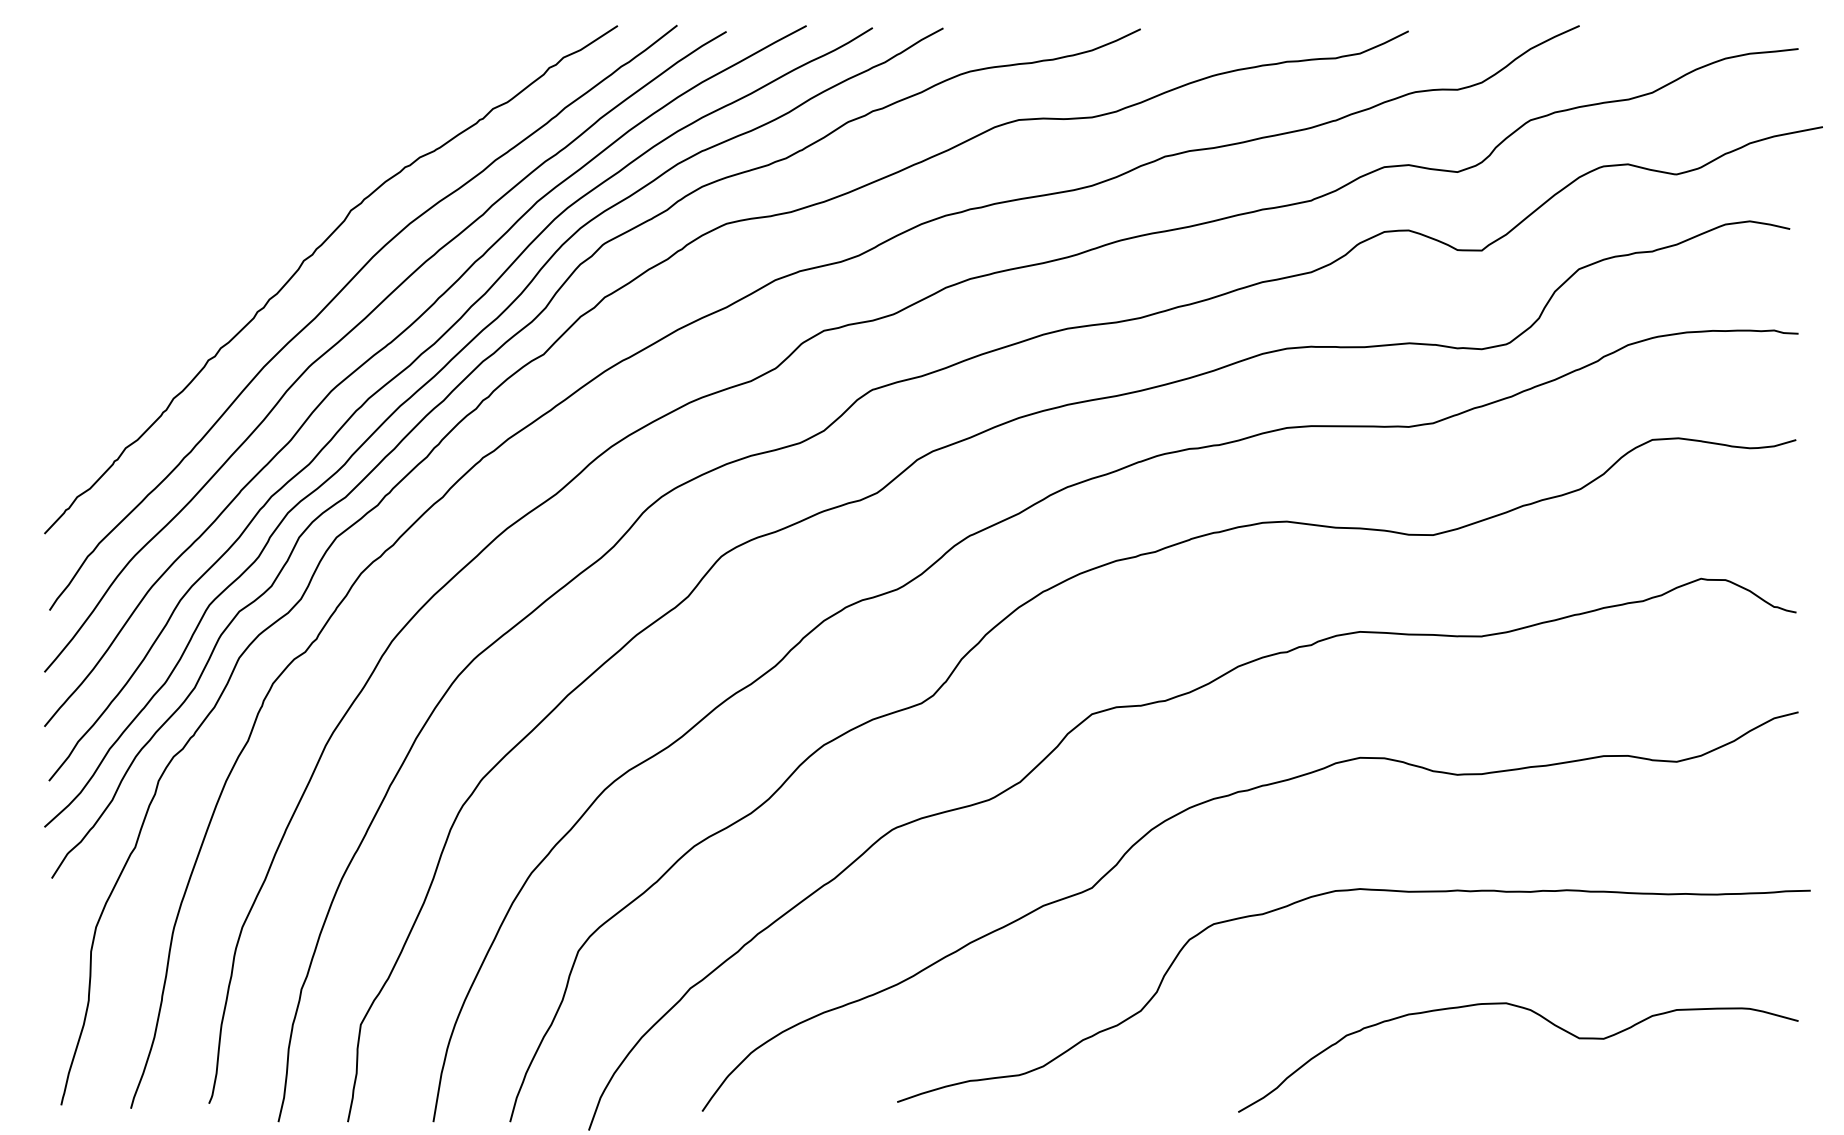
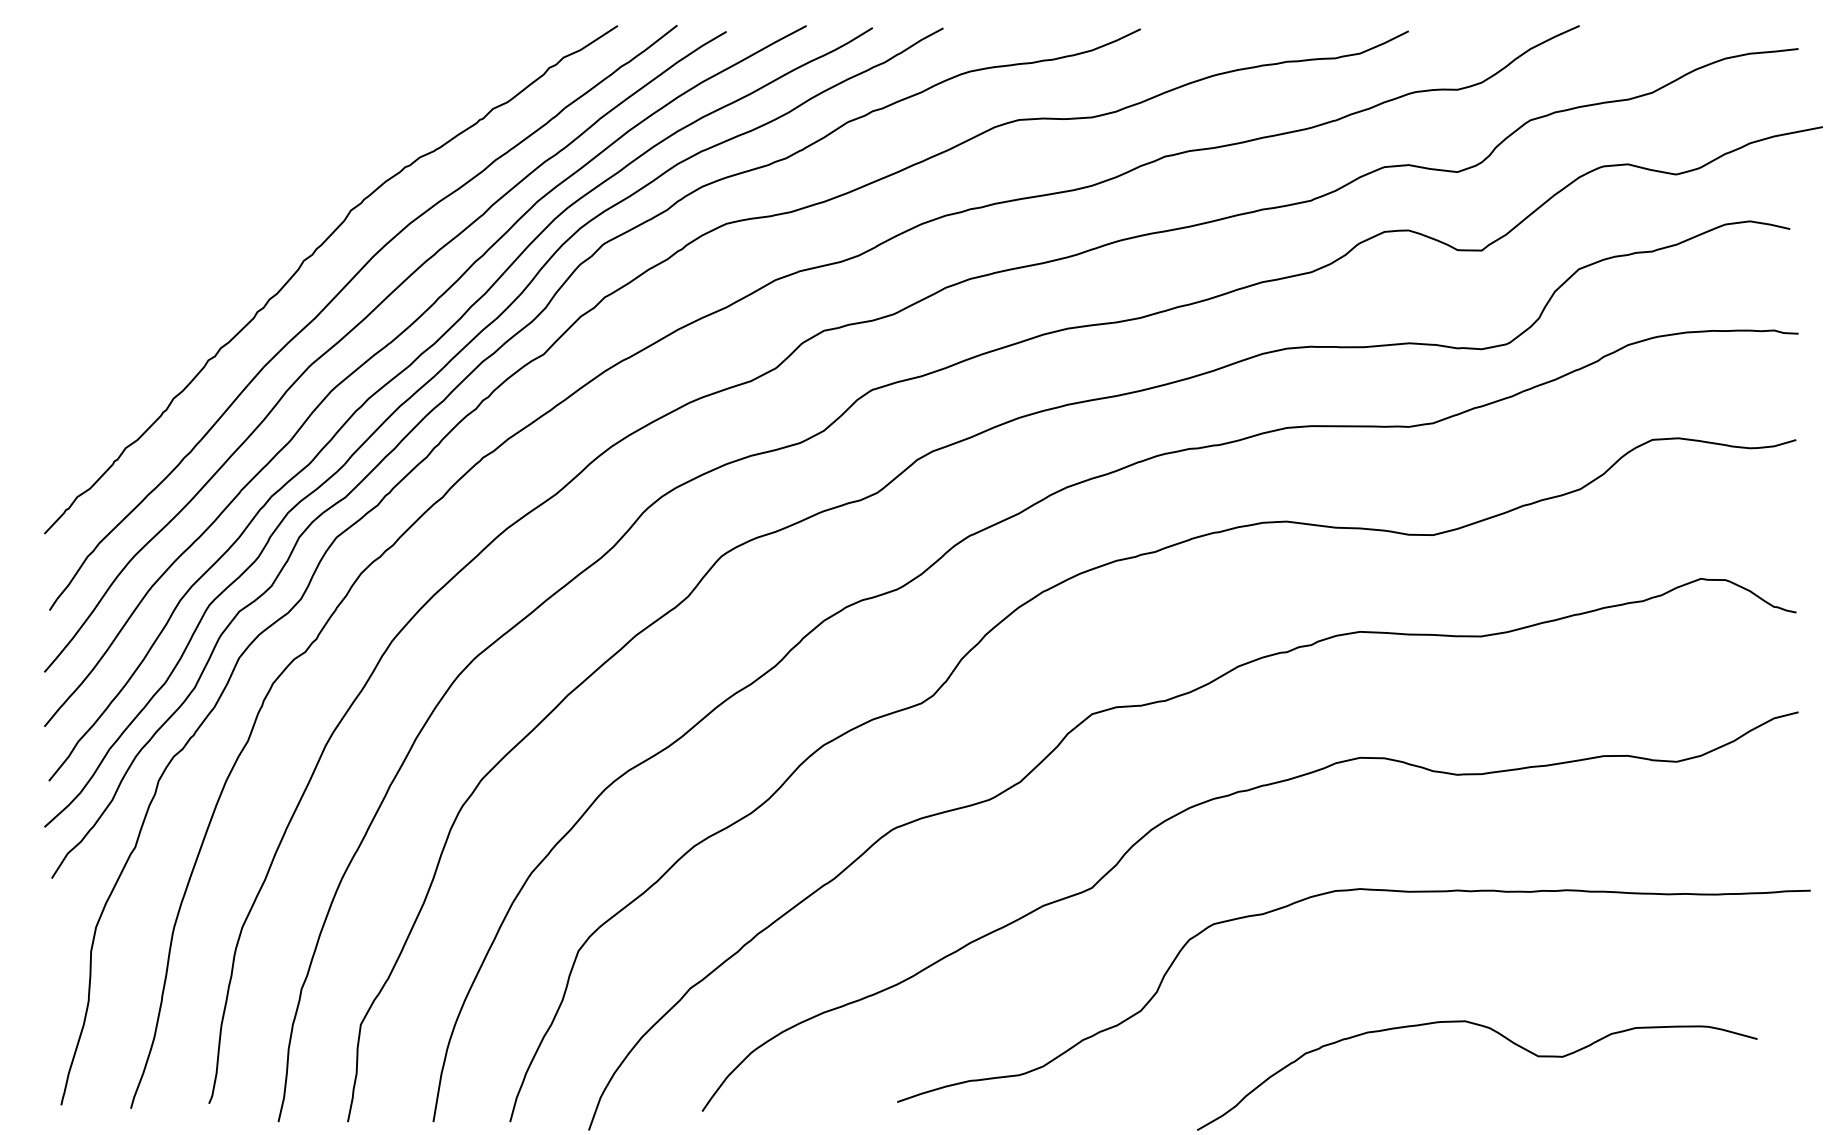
curve at (1542, 1018) position: (1542, 1018) -> (1501, 1036)
